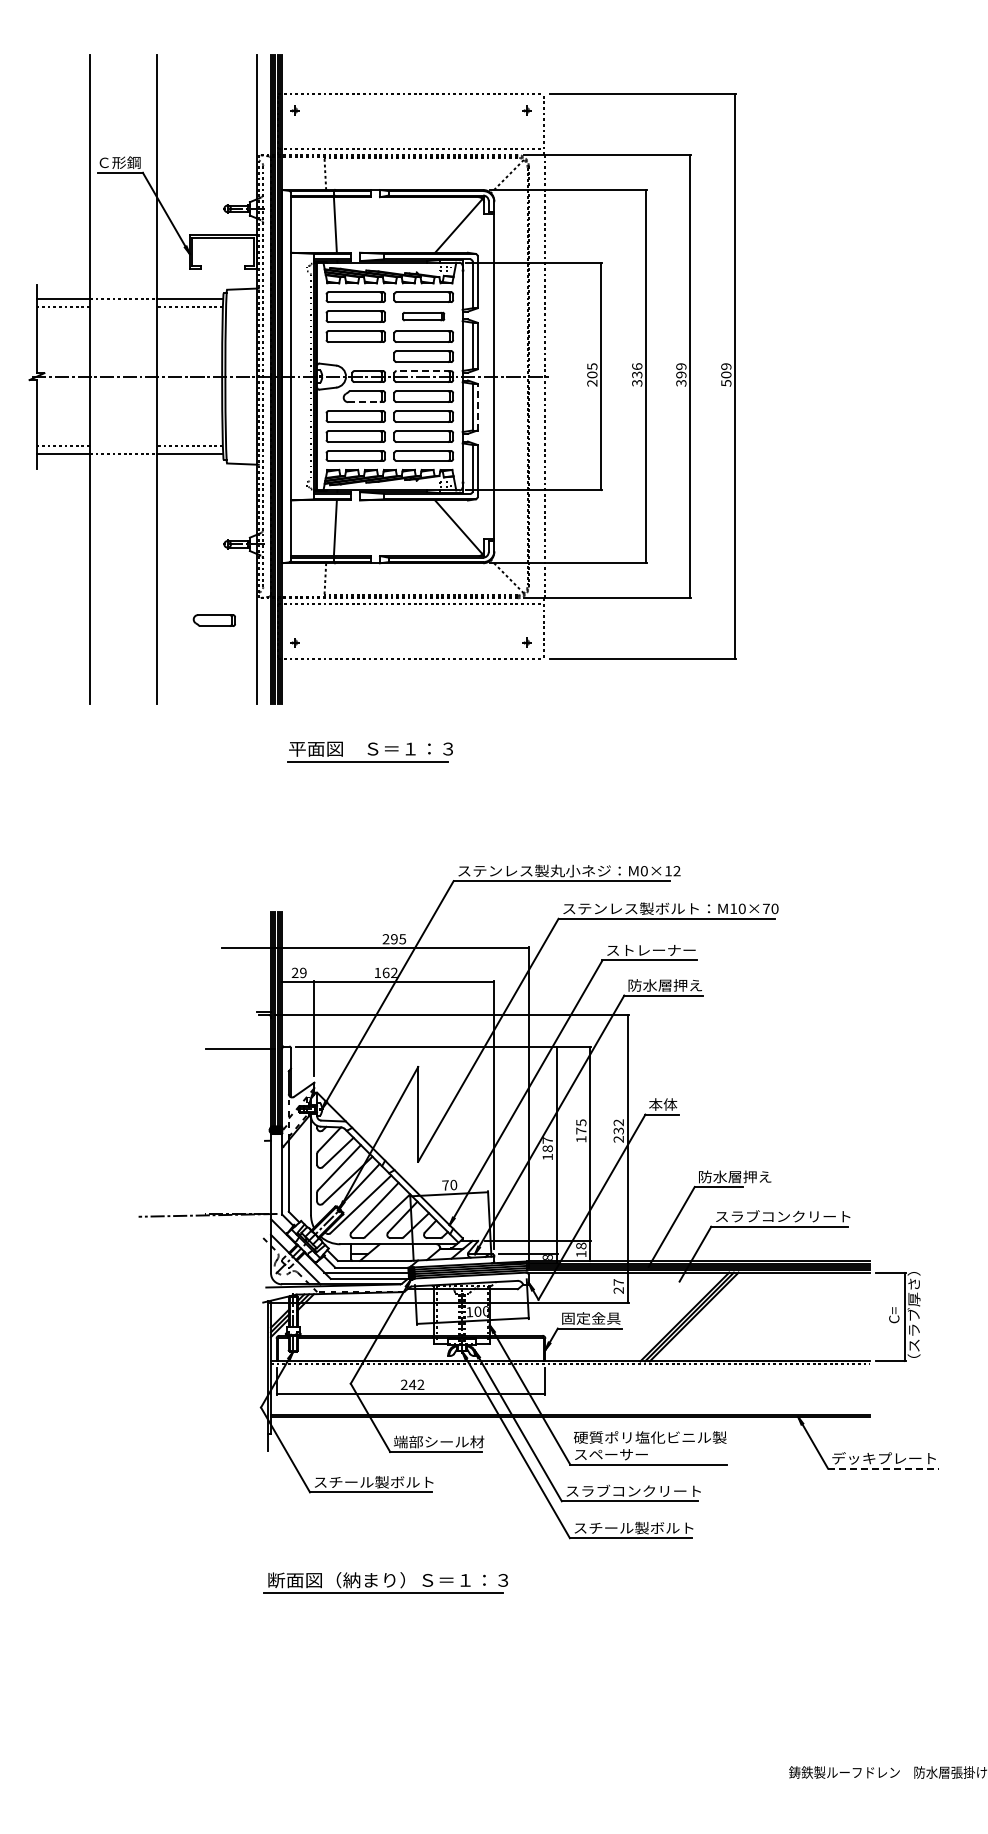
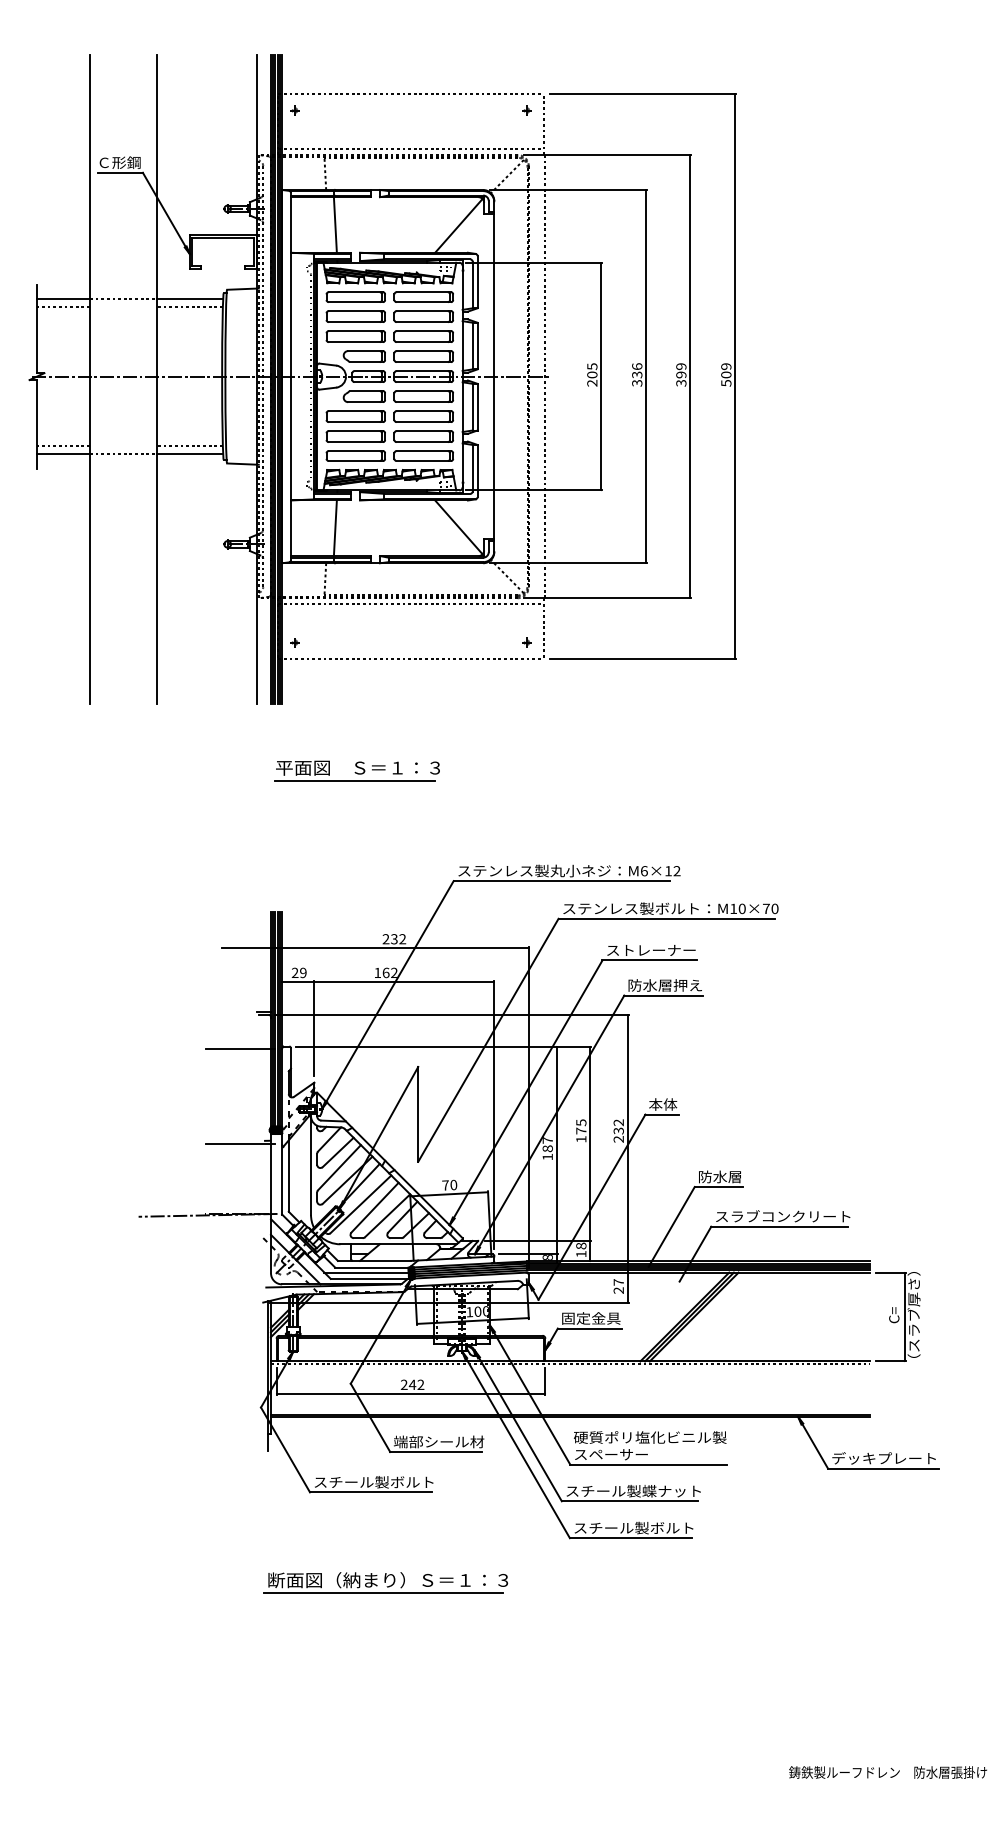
part at (423, 316) size: 44x11 px -> 61x13 px
line at (423, 371): dashed -> solid
line at (366, 402): dashed -> solid
line at (477, 406): dashed -> solid
part at (213, 620) position: (213, 620) -> (363, 356)
part at (369, 751) position: (369, 751) -> (356, 770)
text at (643, 871): M0×12 -> M6×12
text at (398, 939): 295 -> 232
line at (240, 1144): none -> present
text at (757, 1176): 防水層押え -> 防水層
line at (883, 1468): dashed -> solid
text at (633, 1490): スラブコンクリート -> スチール製蝶ナット
